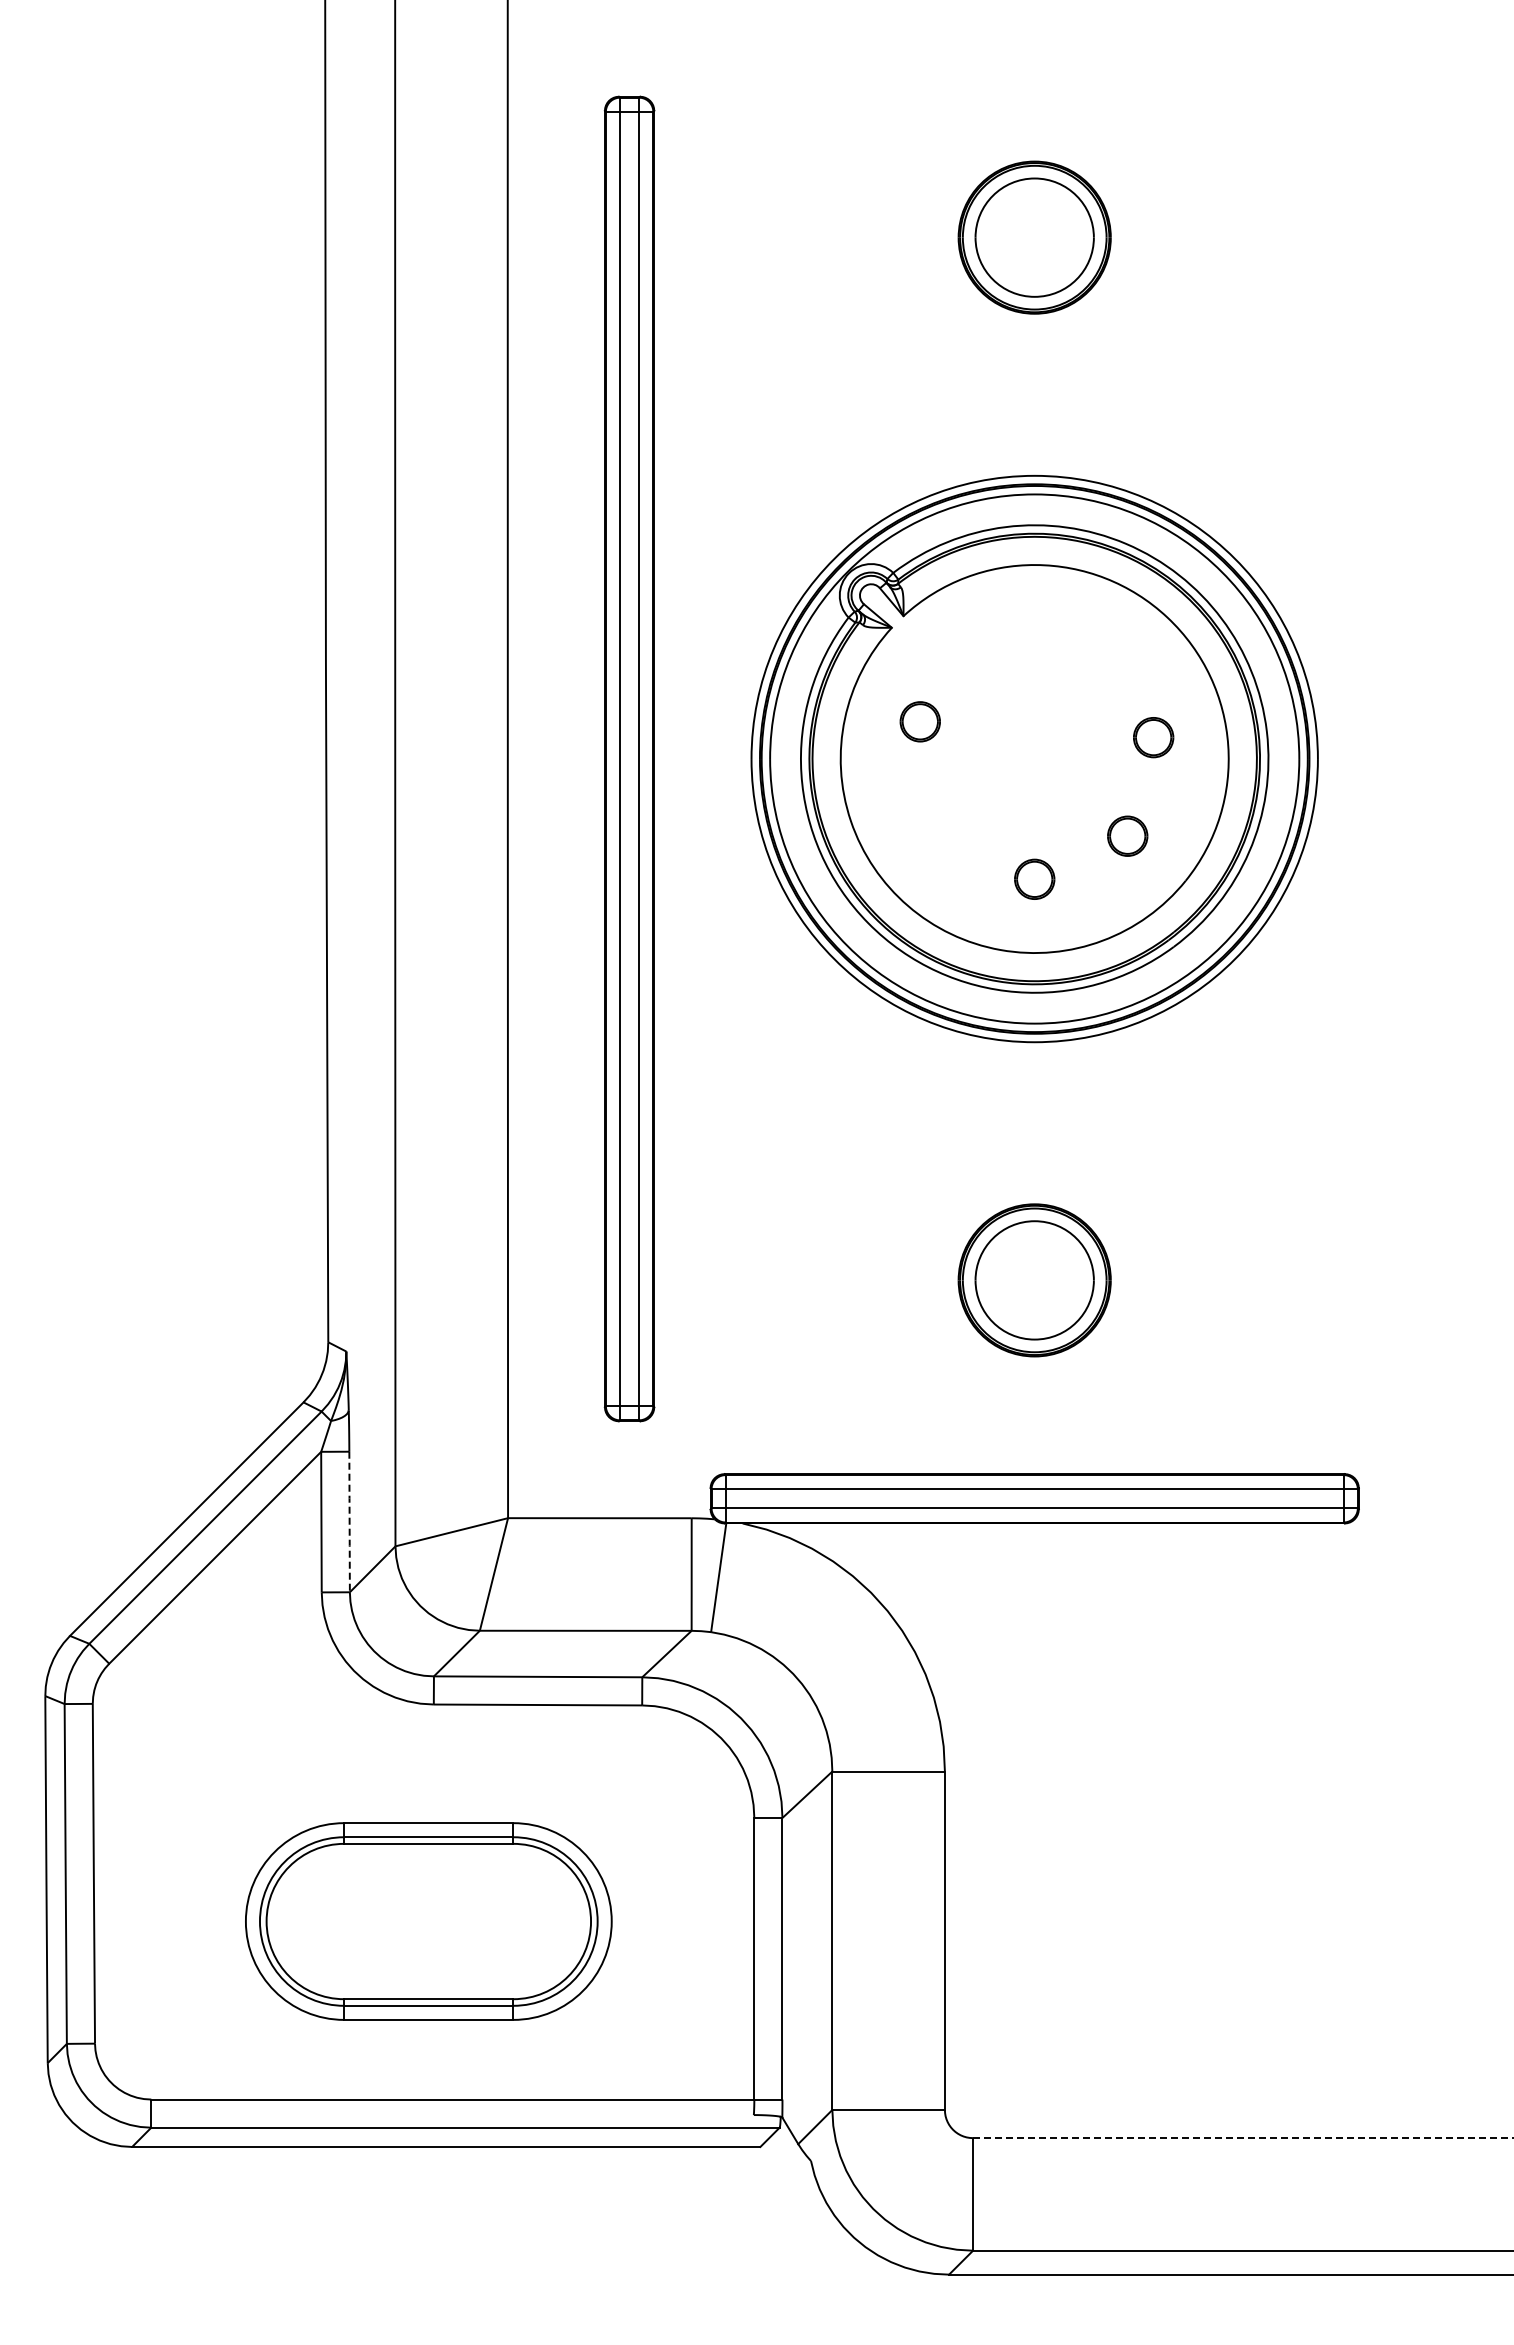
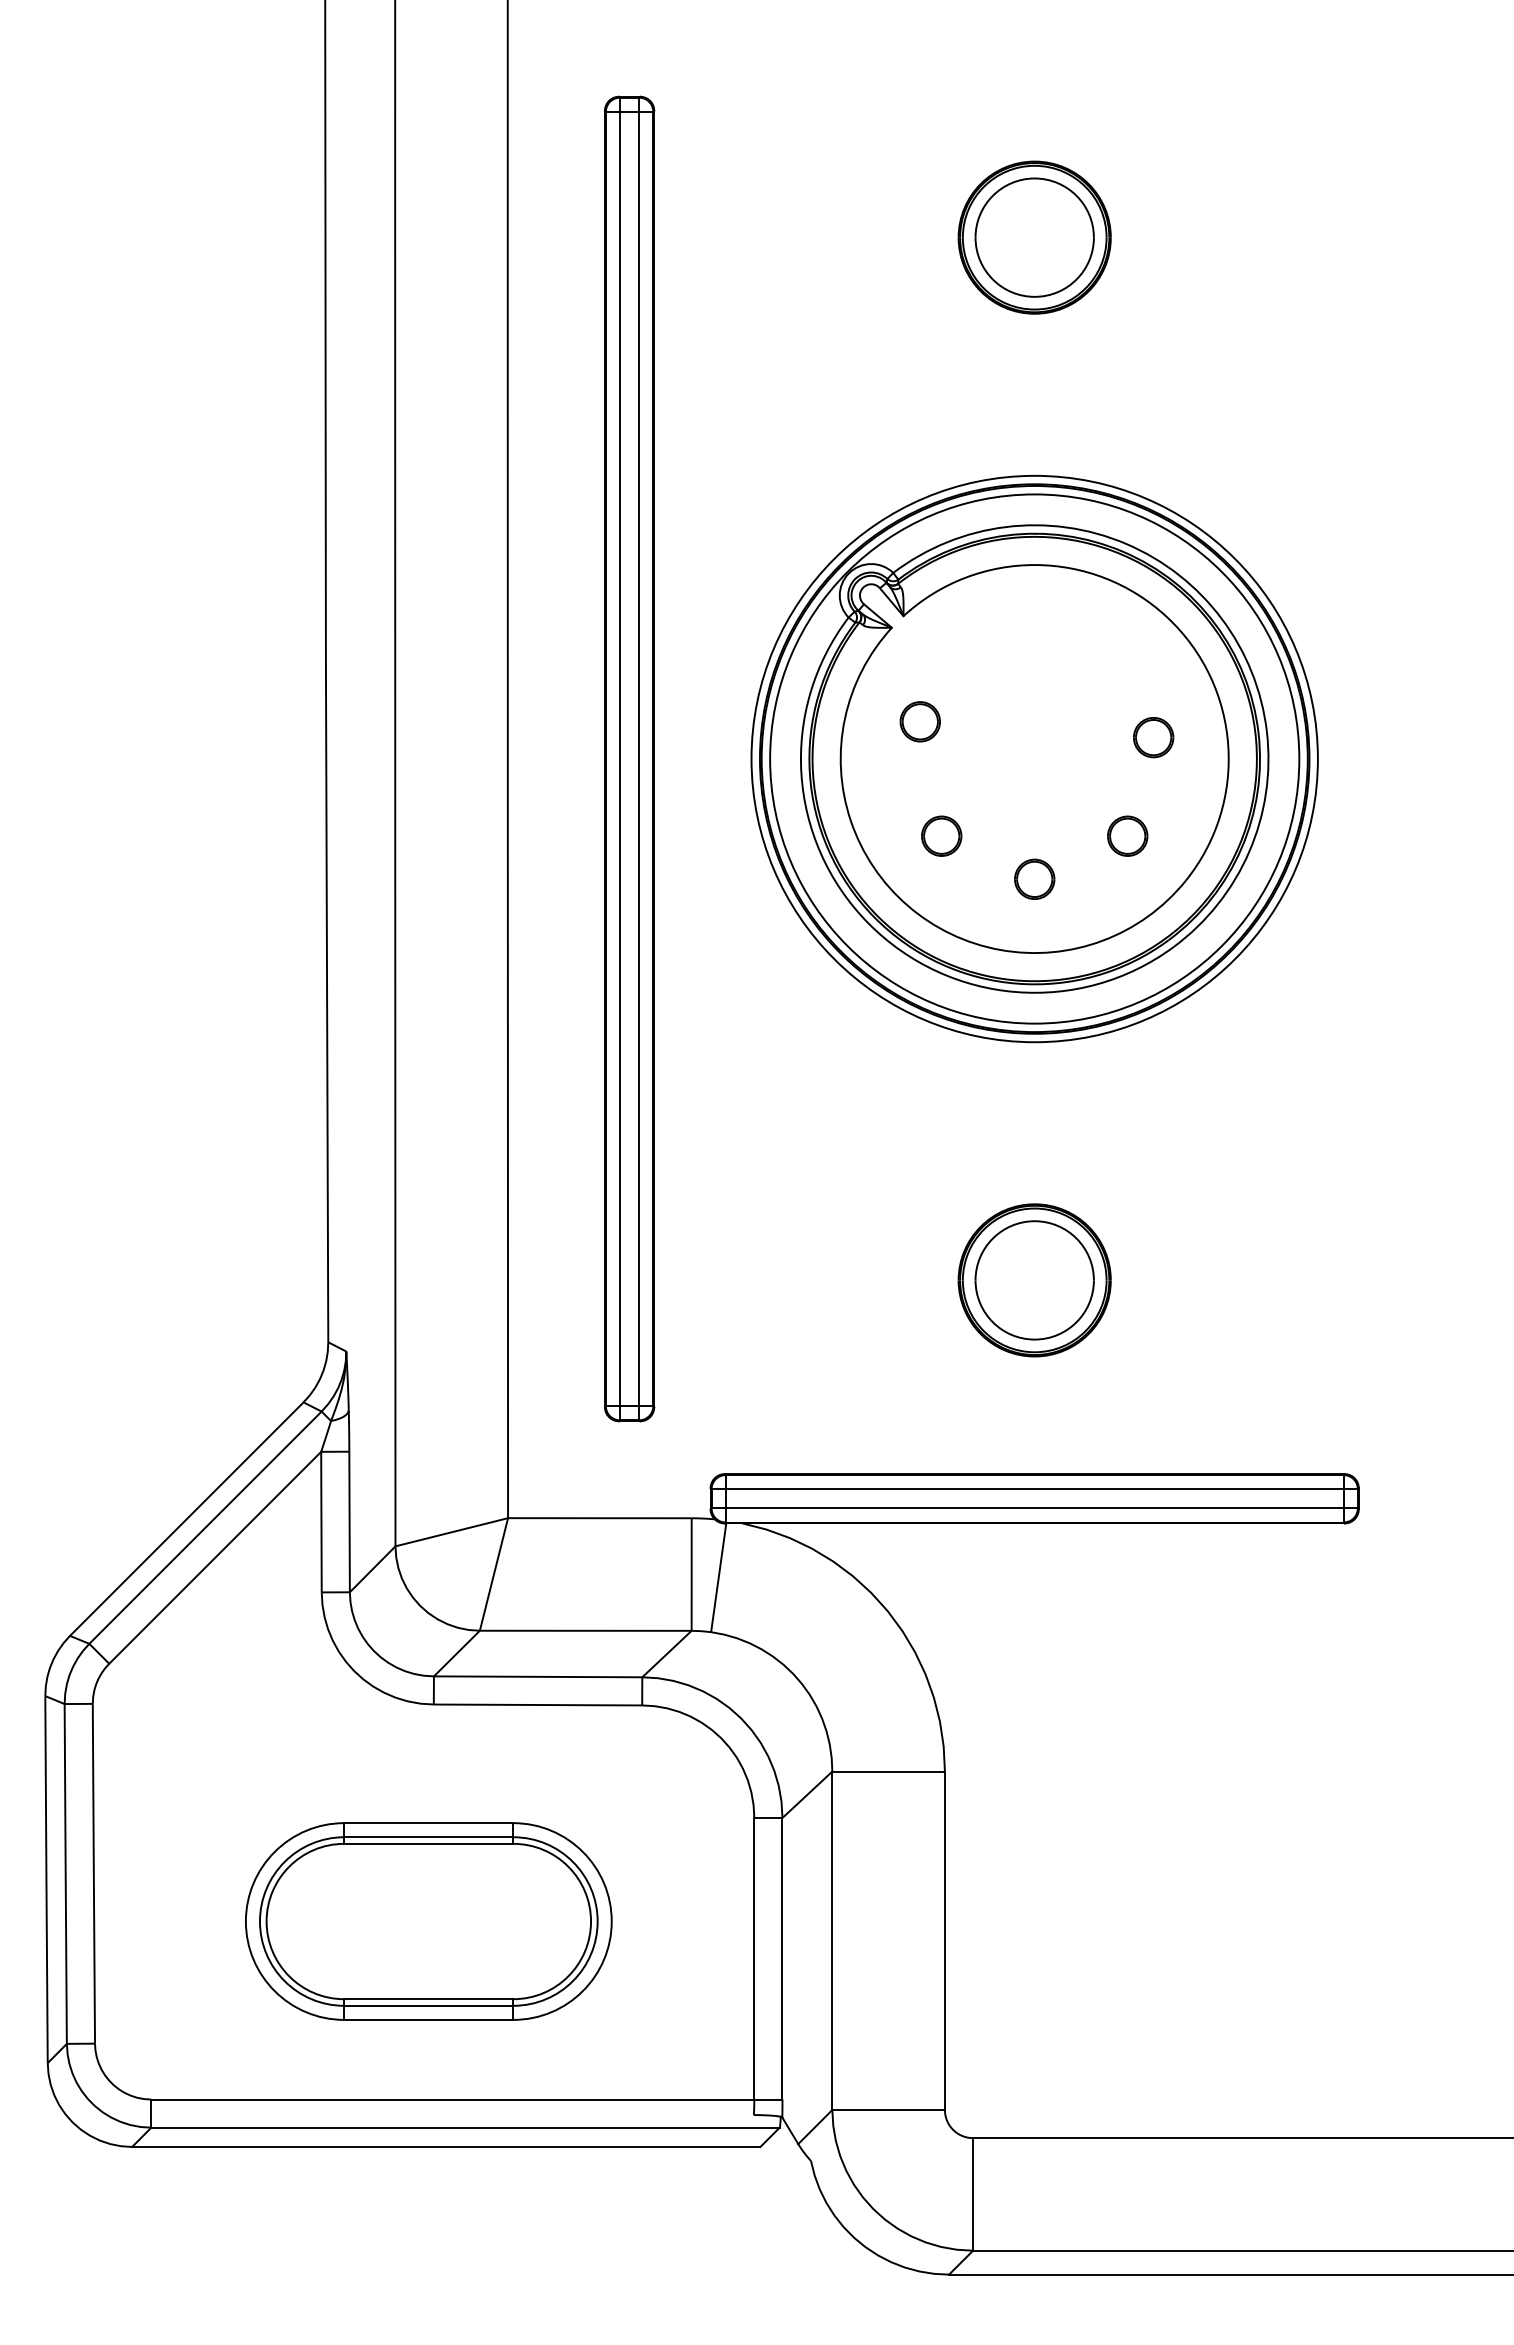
part at (941, 835): none -> present
line at (349, 1522): dashed -> solid
line at (1243, 2138): dashed -> solid
